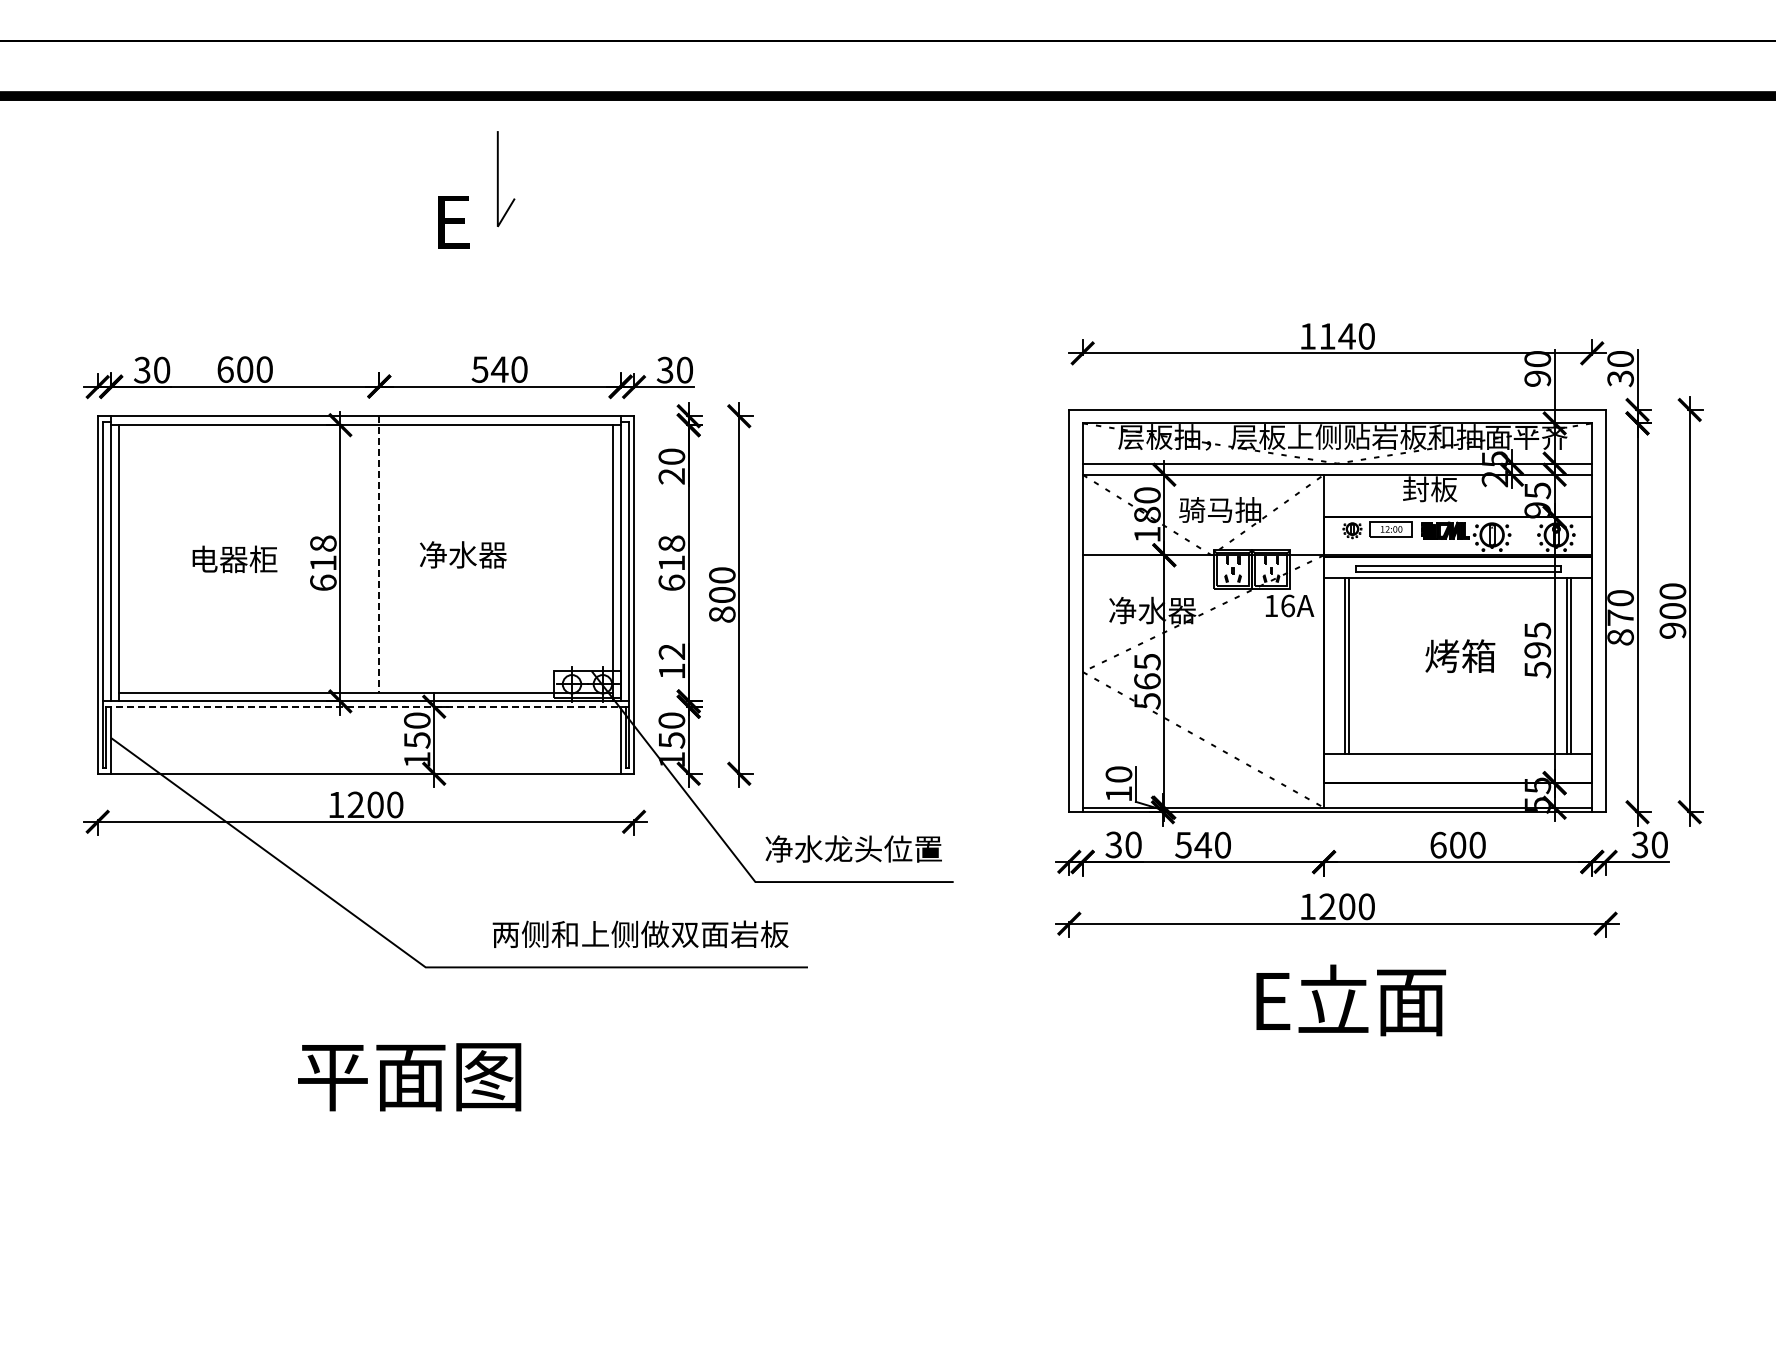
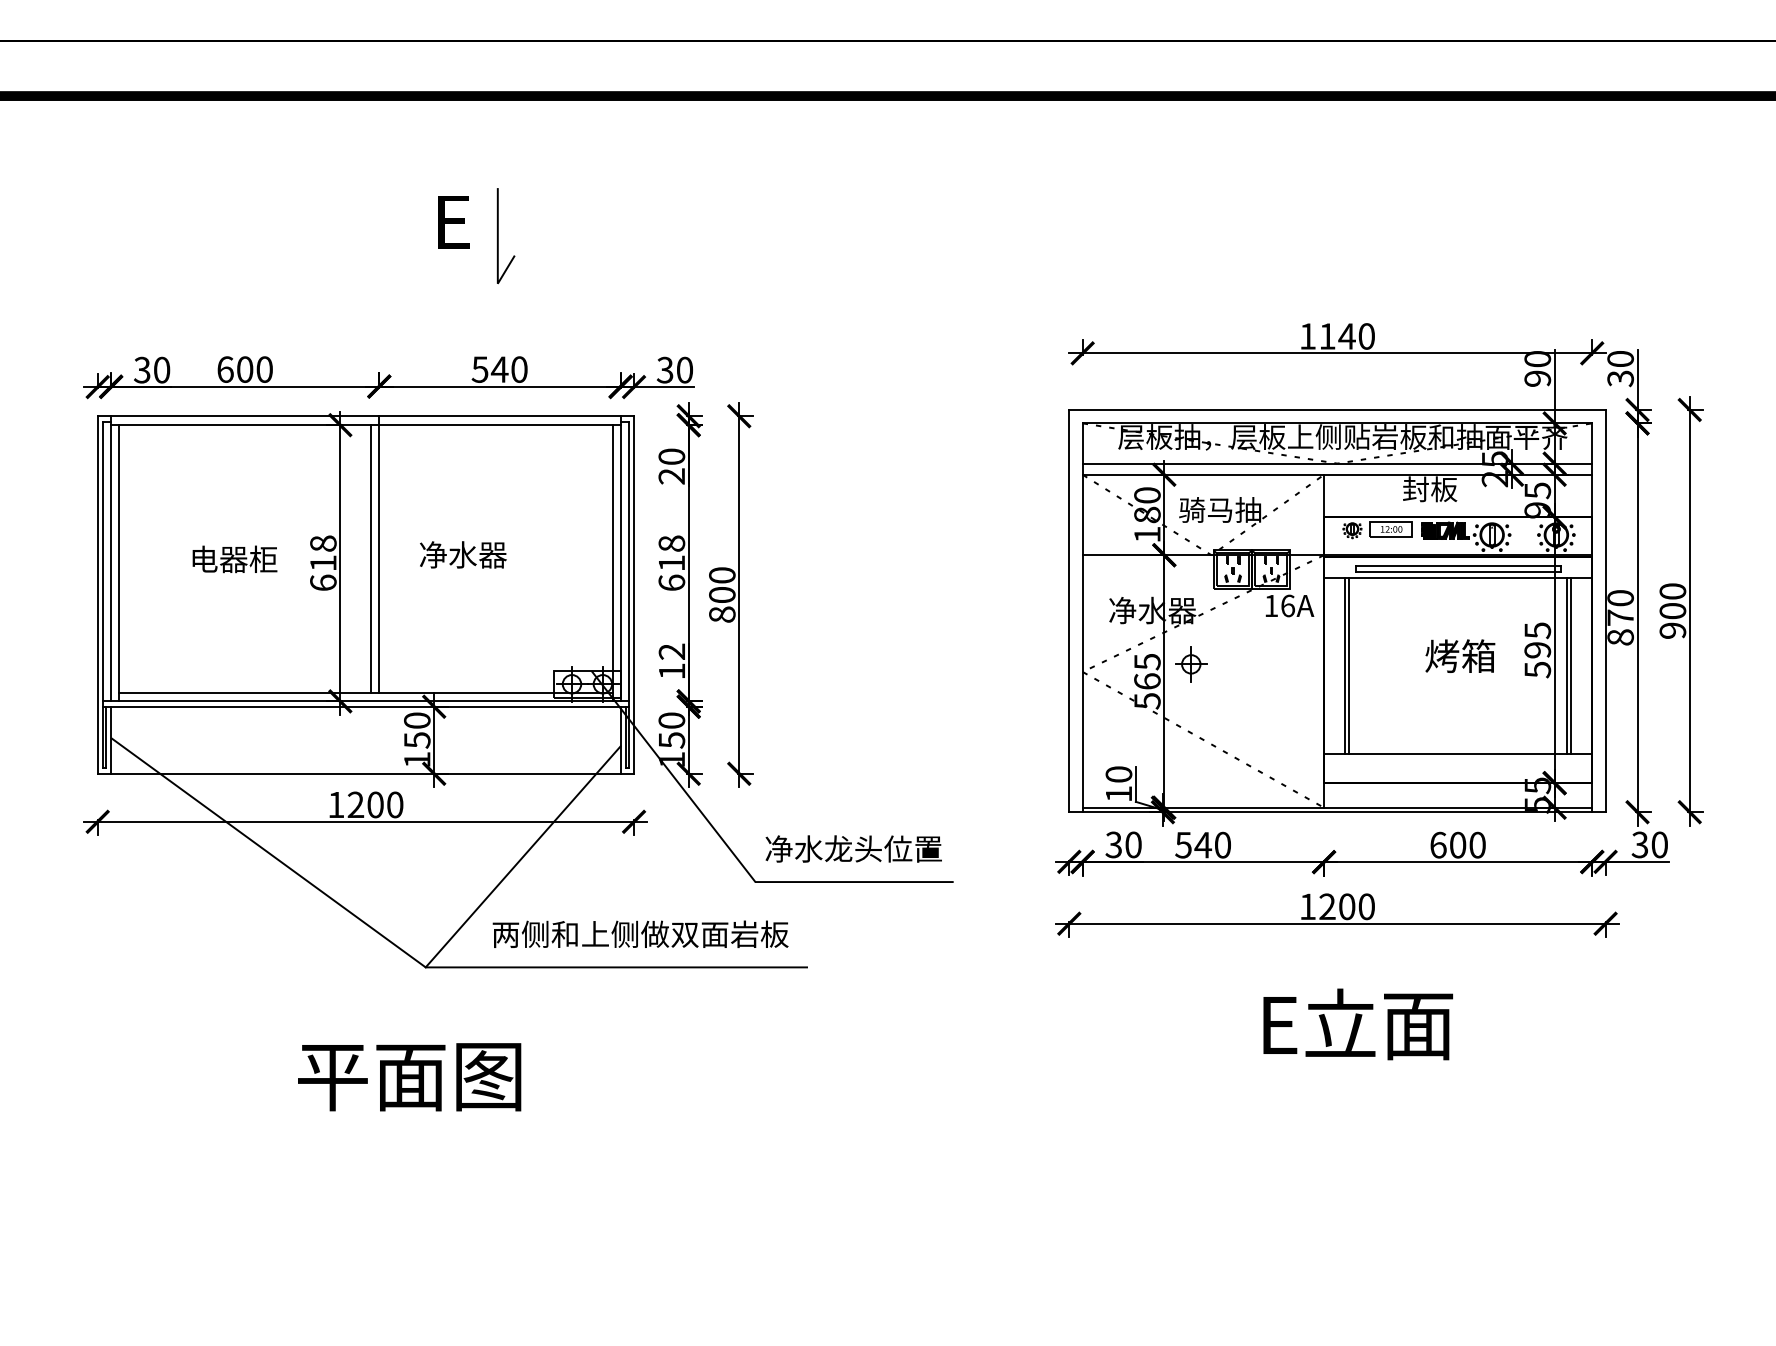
line at (498, 179) position: (498, 179) -> (498, 236)
line at (379, 554): dashed -> solid
line at (371, 559): none -> present
part at (1191, 664): none -> present
line at (365, 706): dashed -> solid
line at (522, 856): none -> present
text at (1350, 1000) position: (1350, 1000) -> (1357, 1024)
